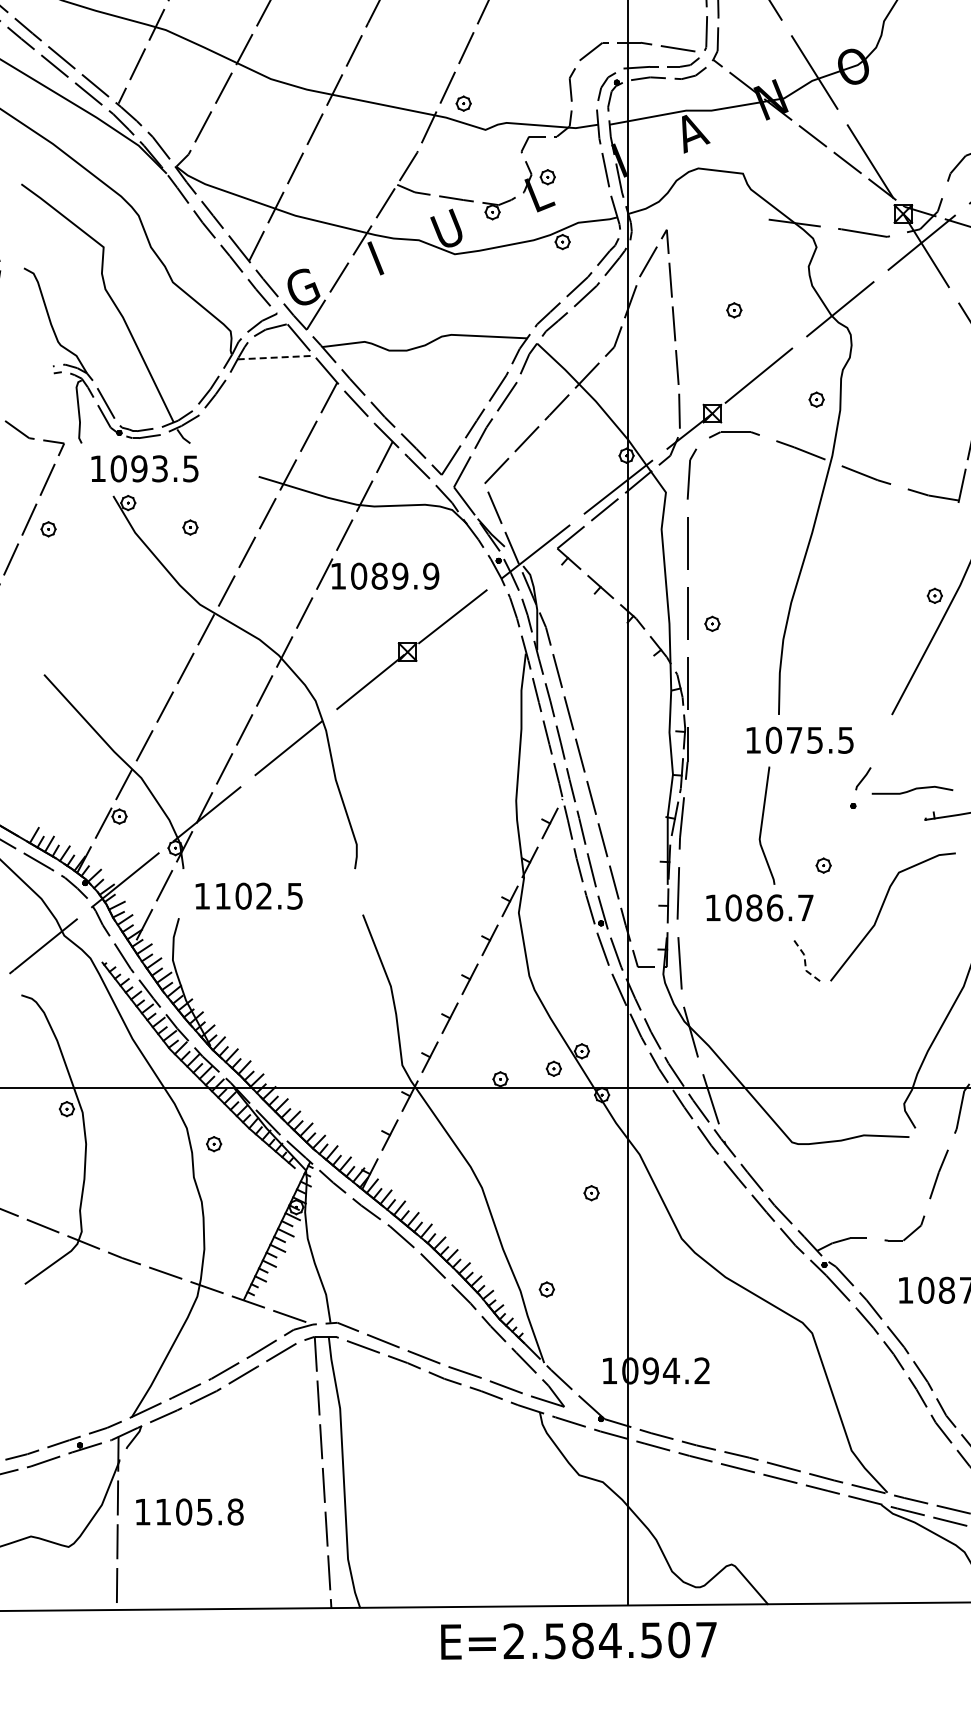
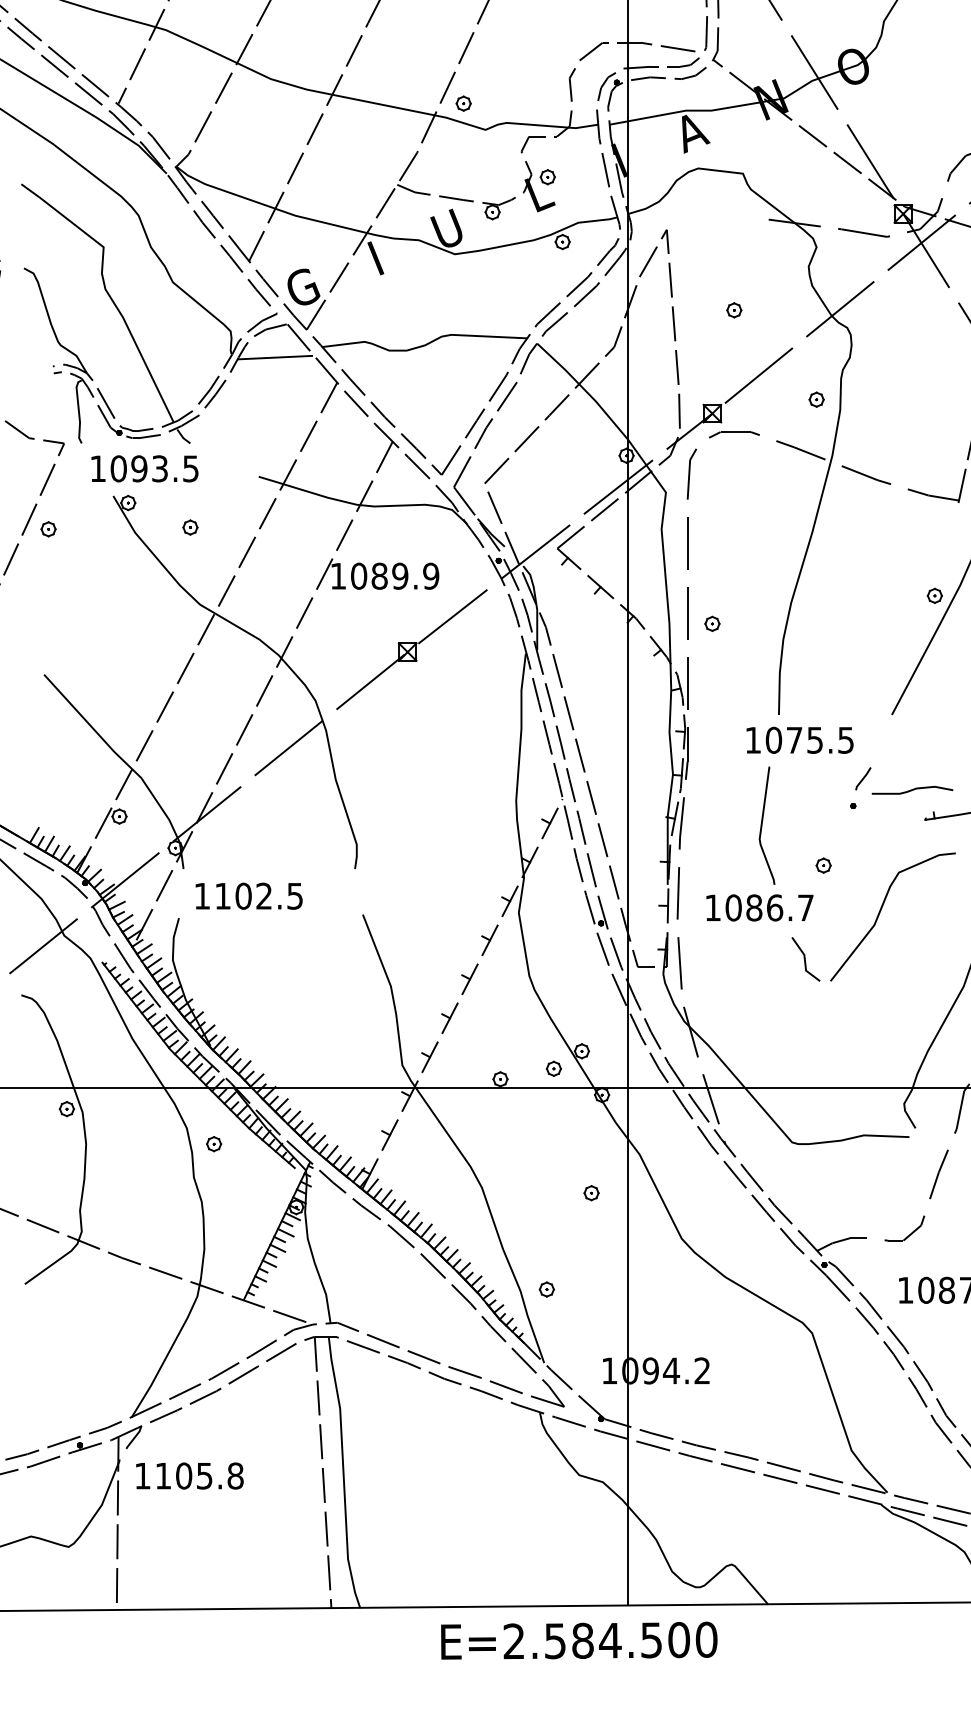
line at (275, 357): dashed -> solid
line at (805, 960): dashed -> solid
text at (189, 1511) position: (189, 1511) -> (189, 1475)
text at (706, 1639): E=2.584.507 -> E=2.584.500
